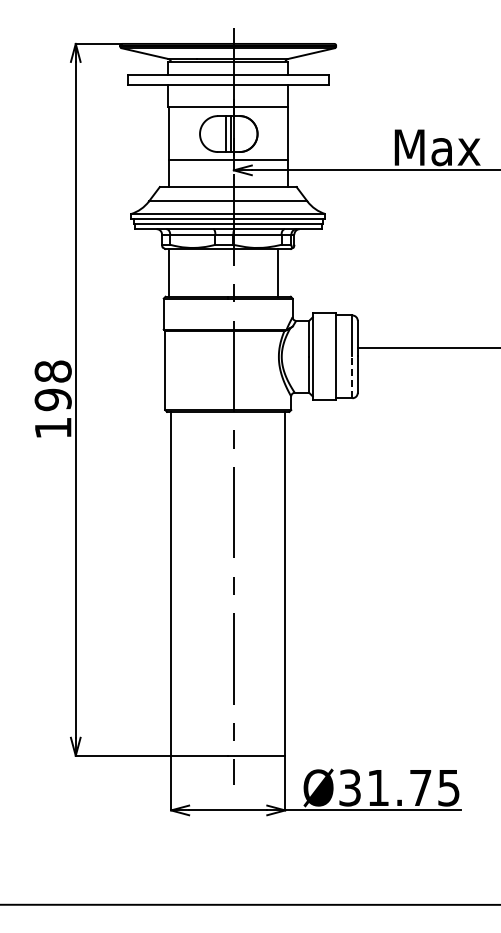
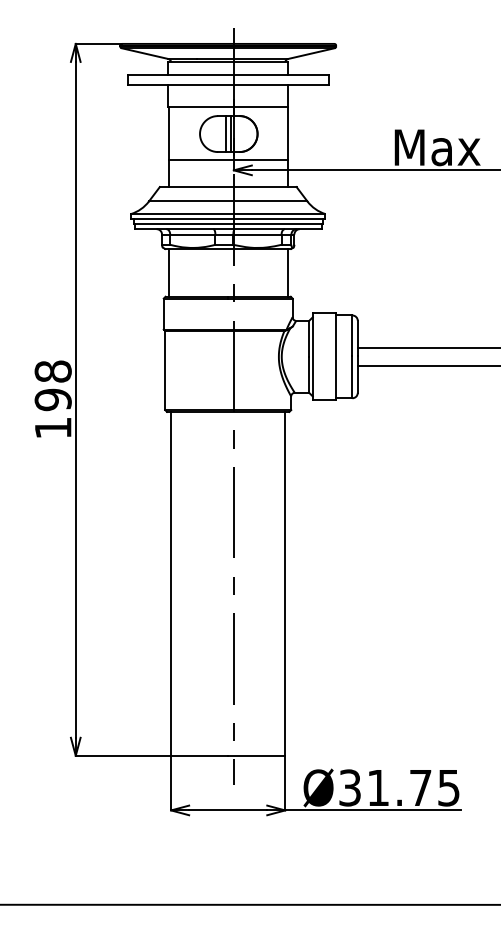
line at (277, 272) position: (277, 272) -> (287, 272)
line at (427, 365): none -> present
line at (352, 376): dashed -> solid
